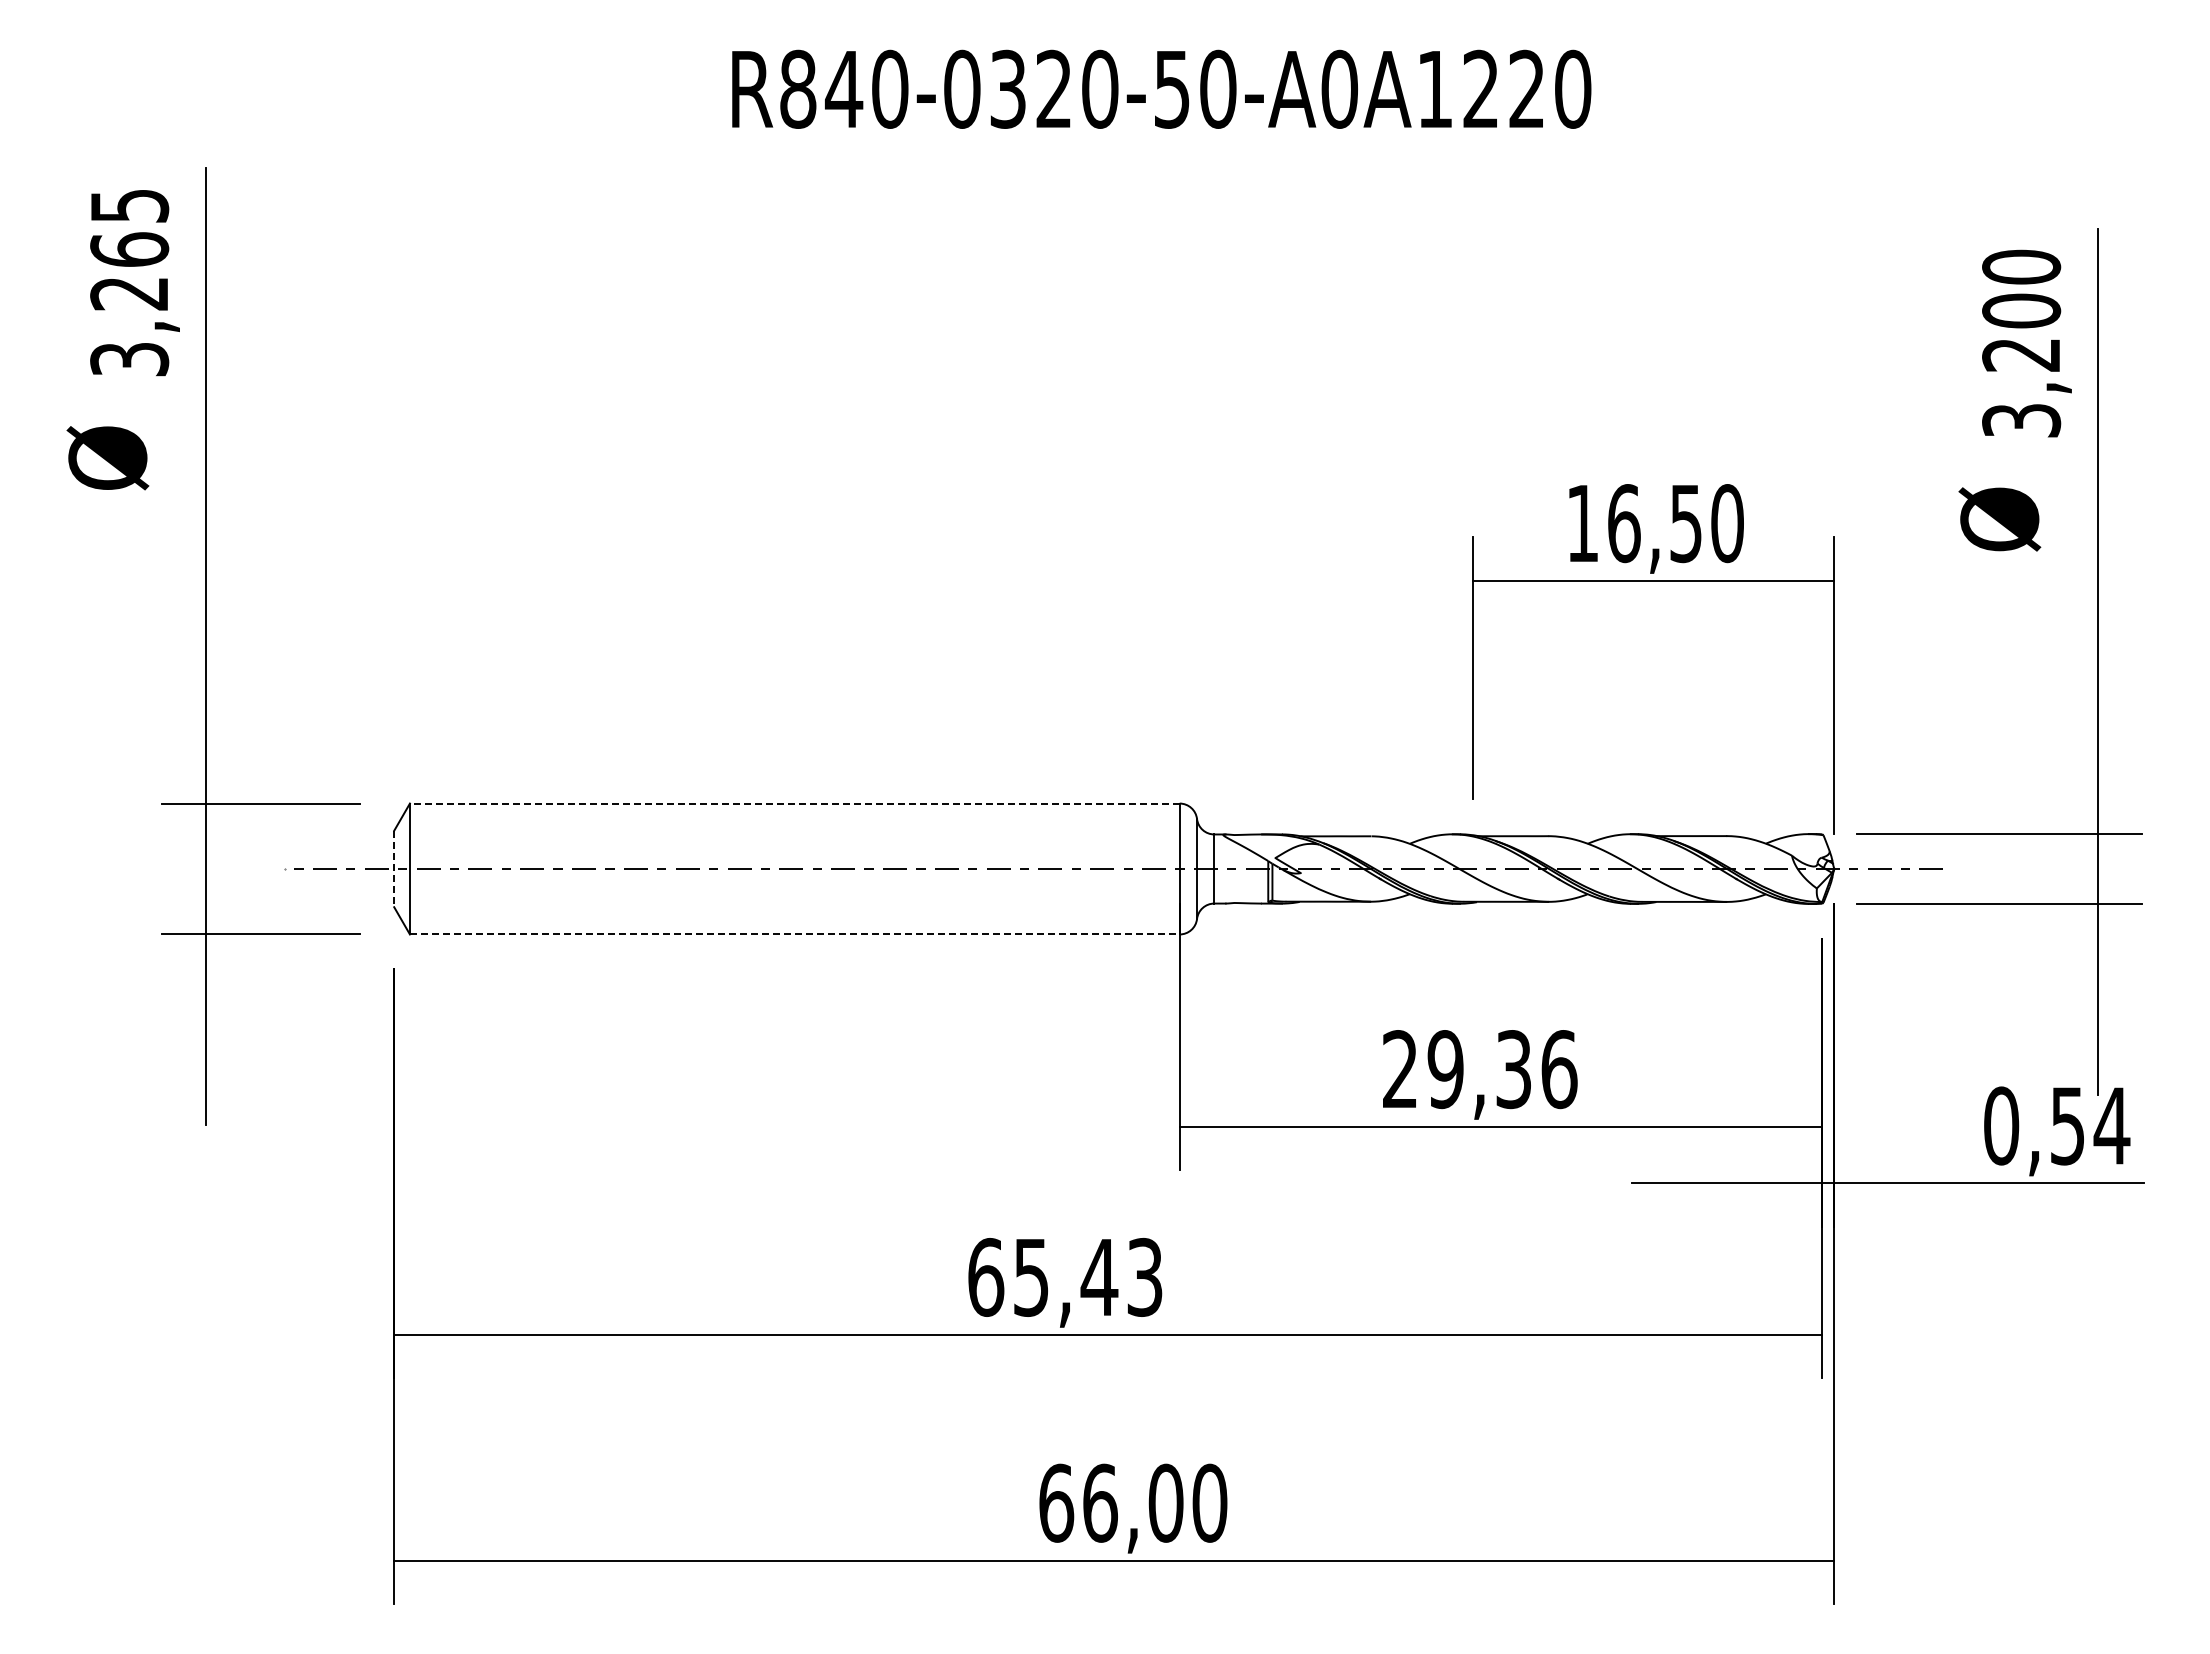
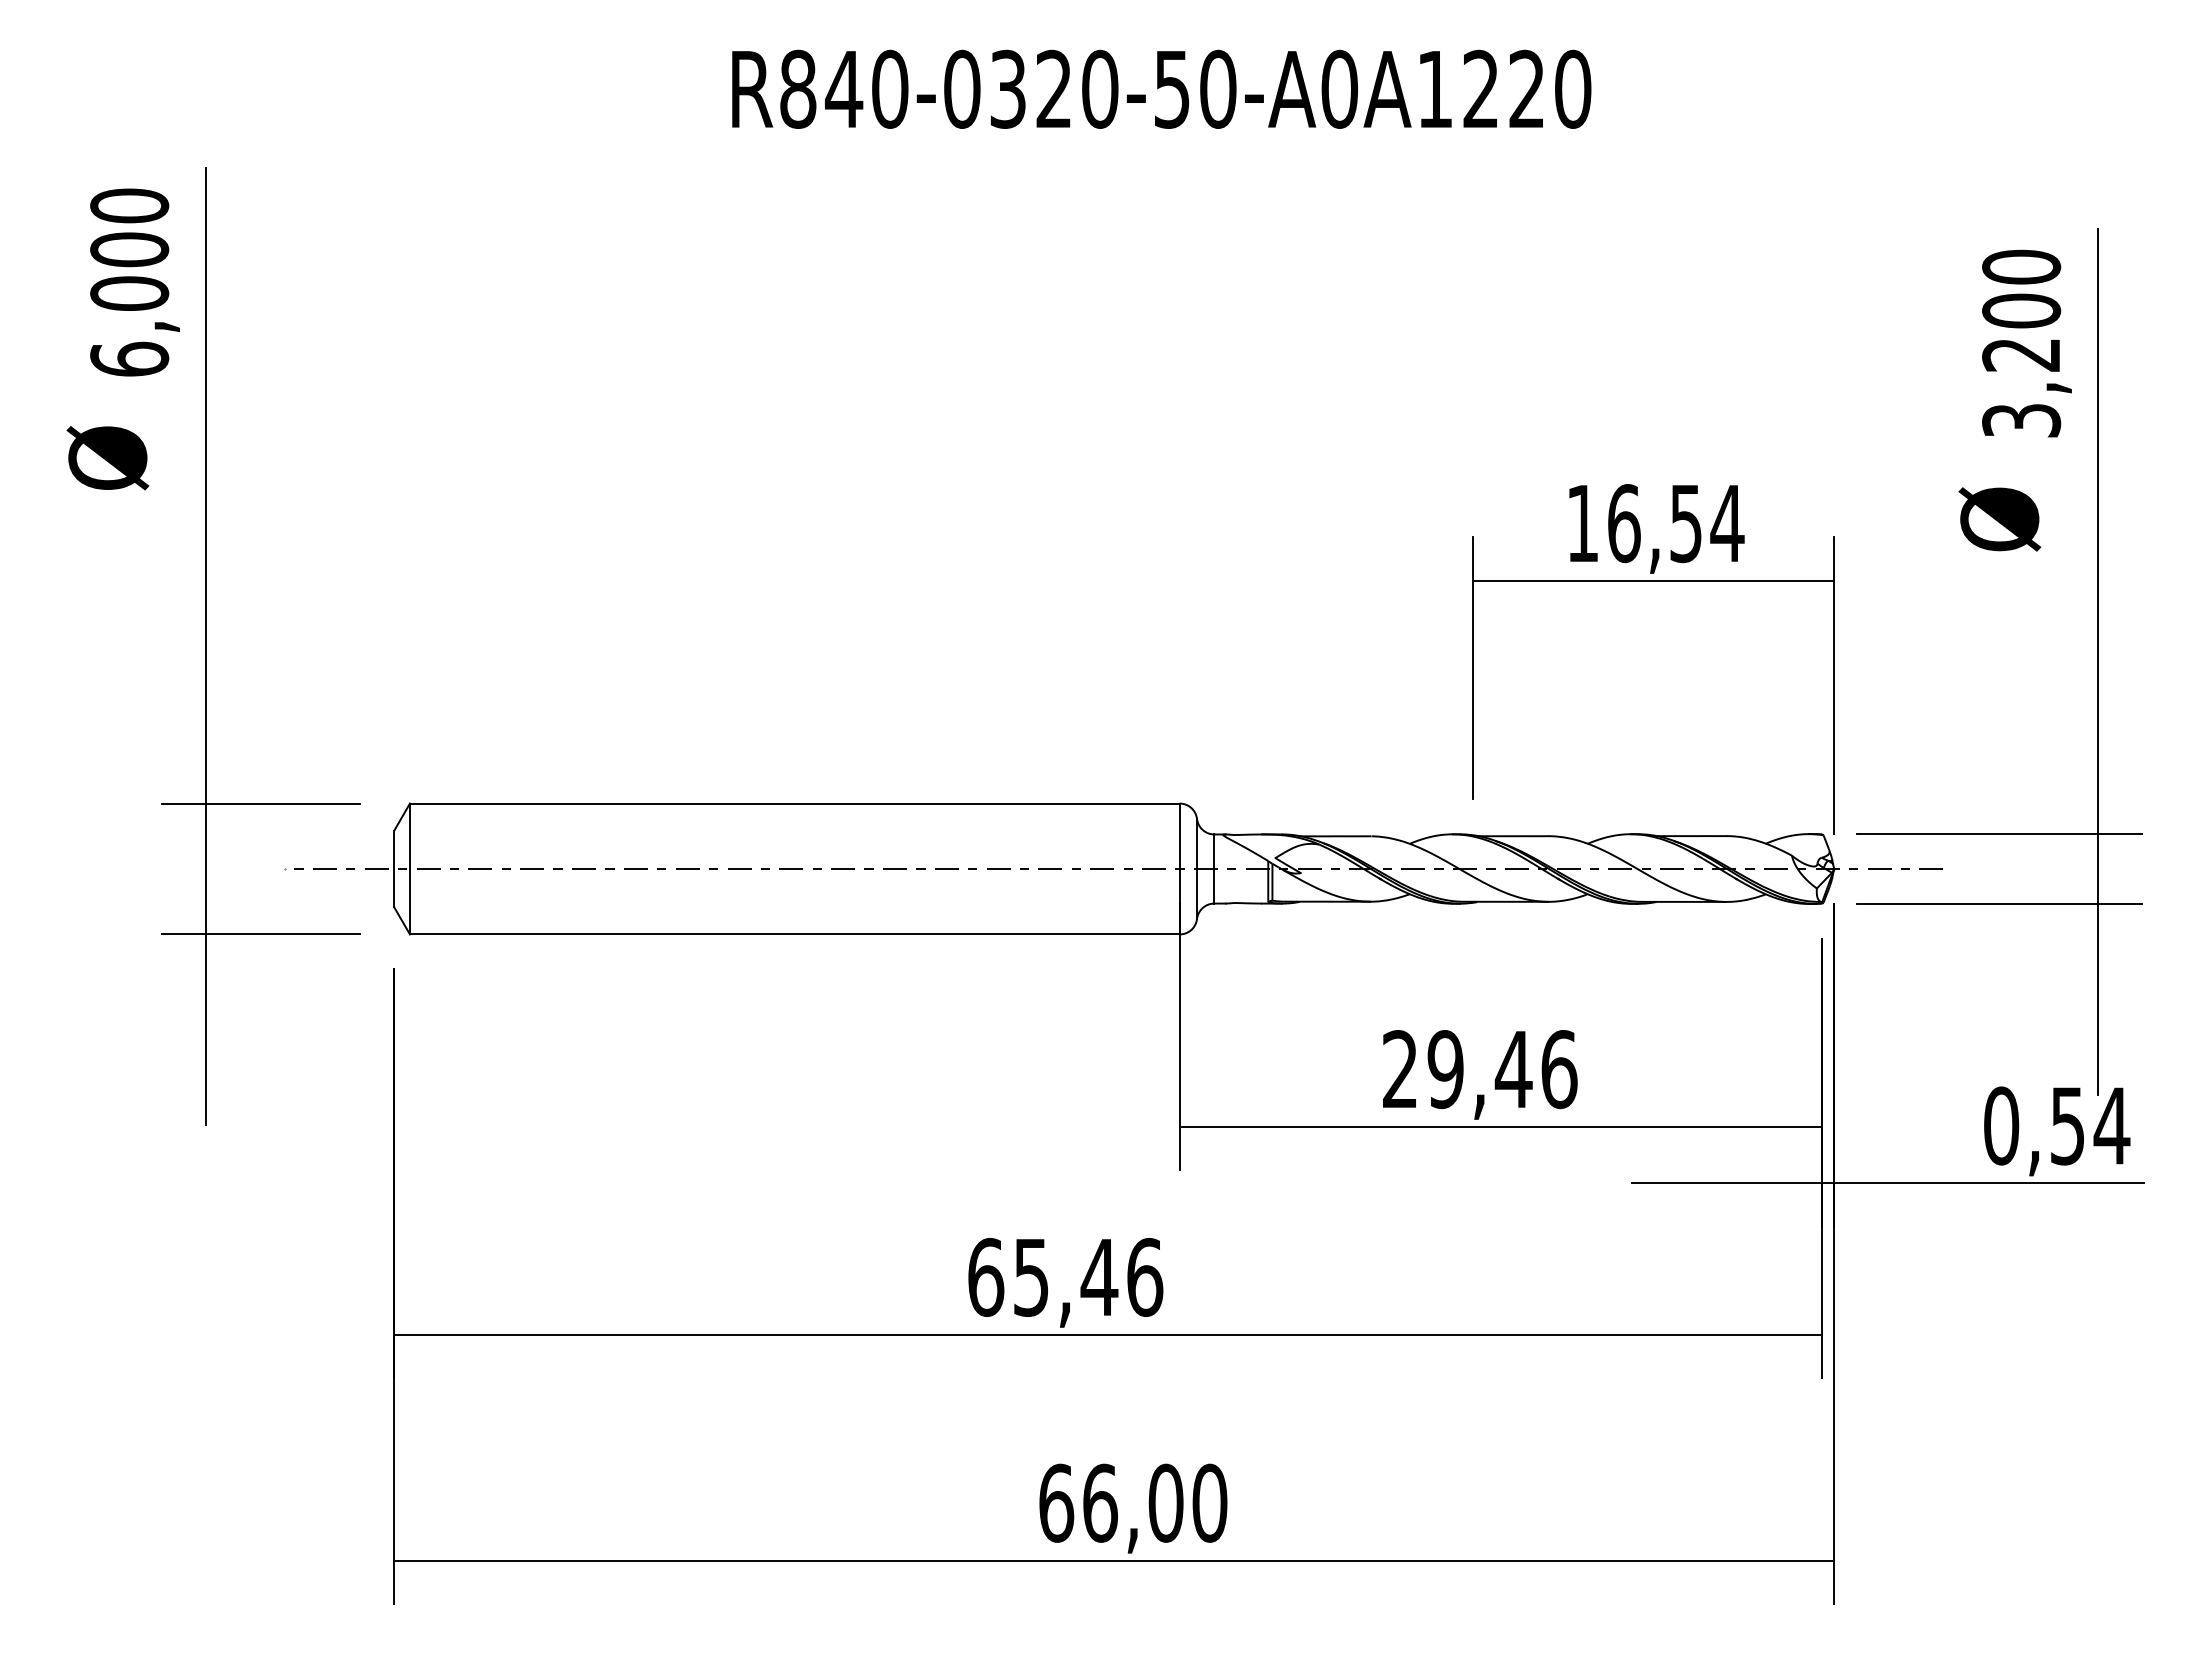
text at (129, 282): 3,265 -> 6,000
text at (1727, 523): 16,50 -> 16,54
line at (794, 803): dashed -> solid
line at (394, 869): dashed -> solid
line at (794, 934): dashed -> solid
text at (1513, 1069): 29,36 -> 29,46
text at (1145, 1276): 65,43 -> 65,46
